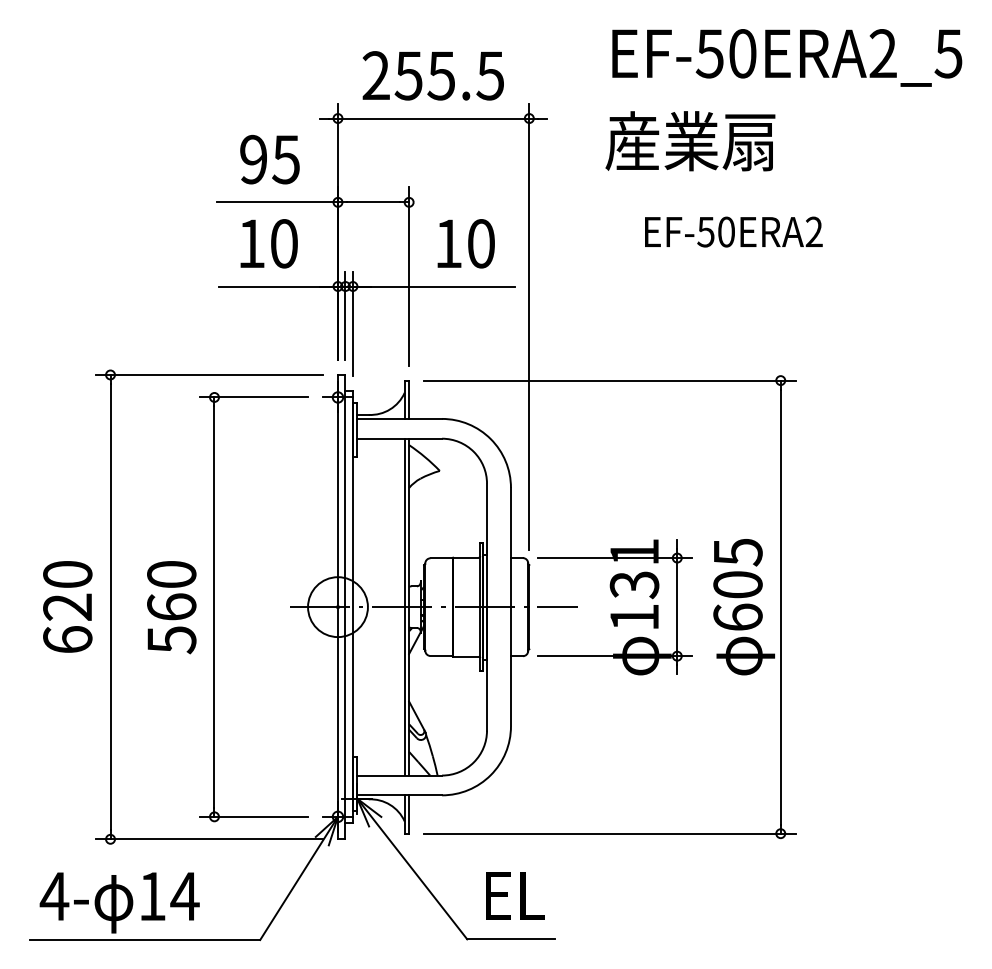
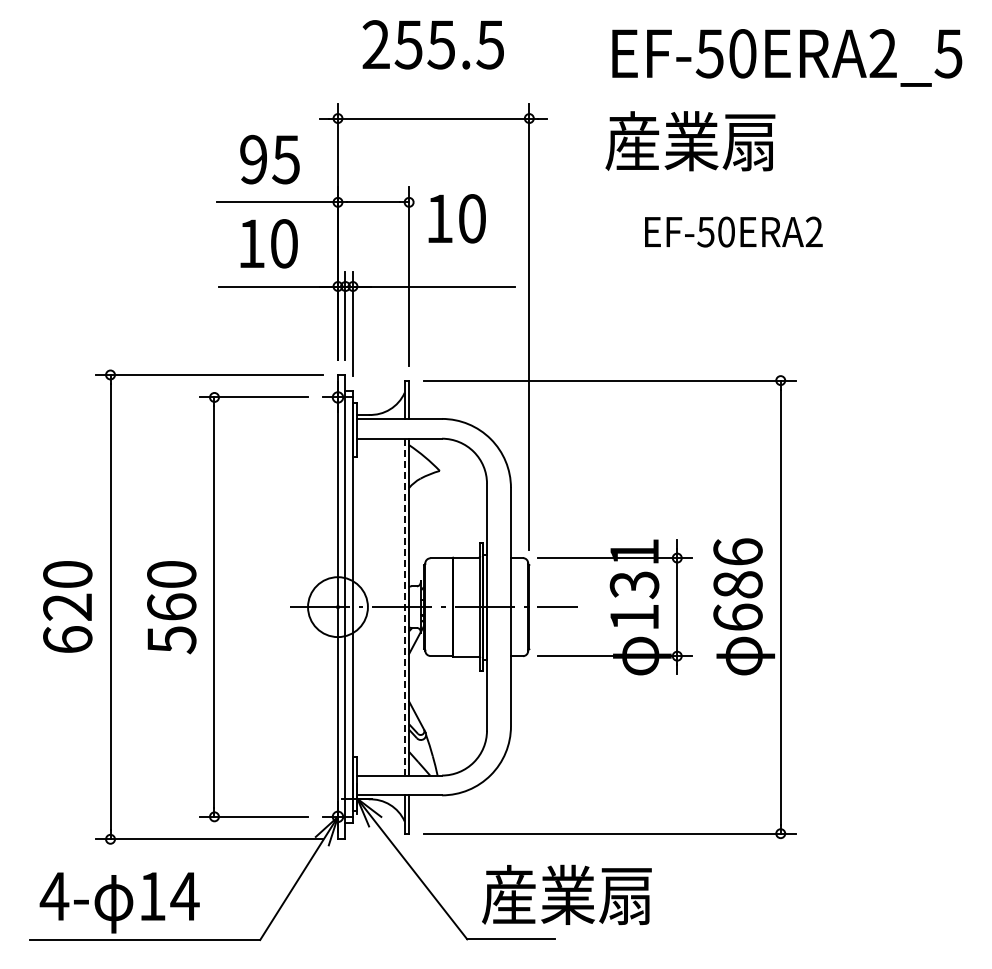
text at (432, 75) position: (432, 75) -> (432, 44)
text at (465, 243) position: (465, 243) -> (456, 218)
text at (737, 568): 605 -> 686
line at (404, 607): solid -> dashed
text at (566, 894): EL -> 産業扇
